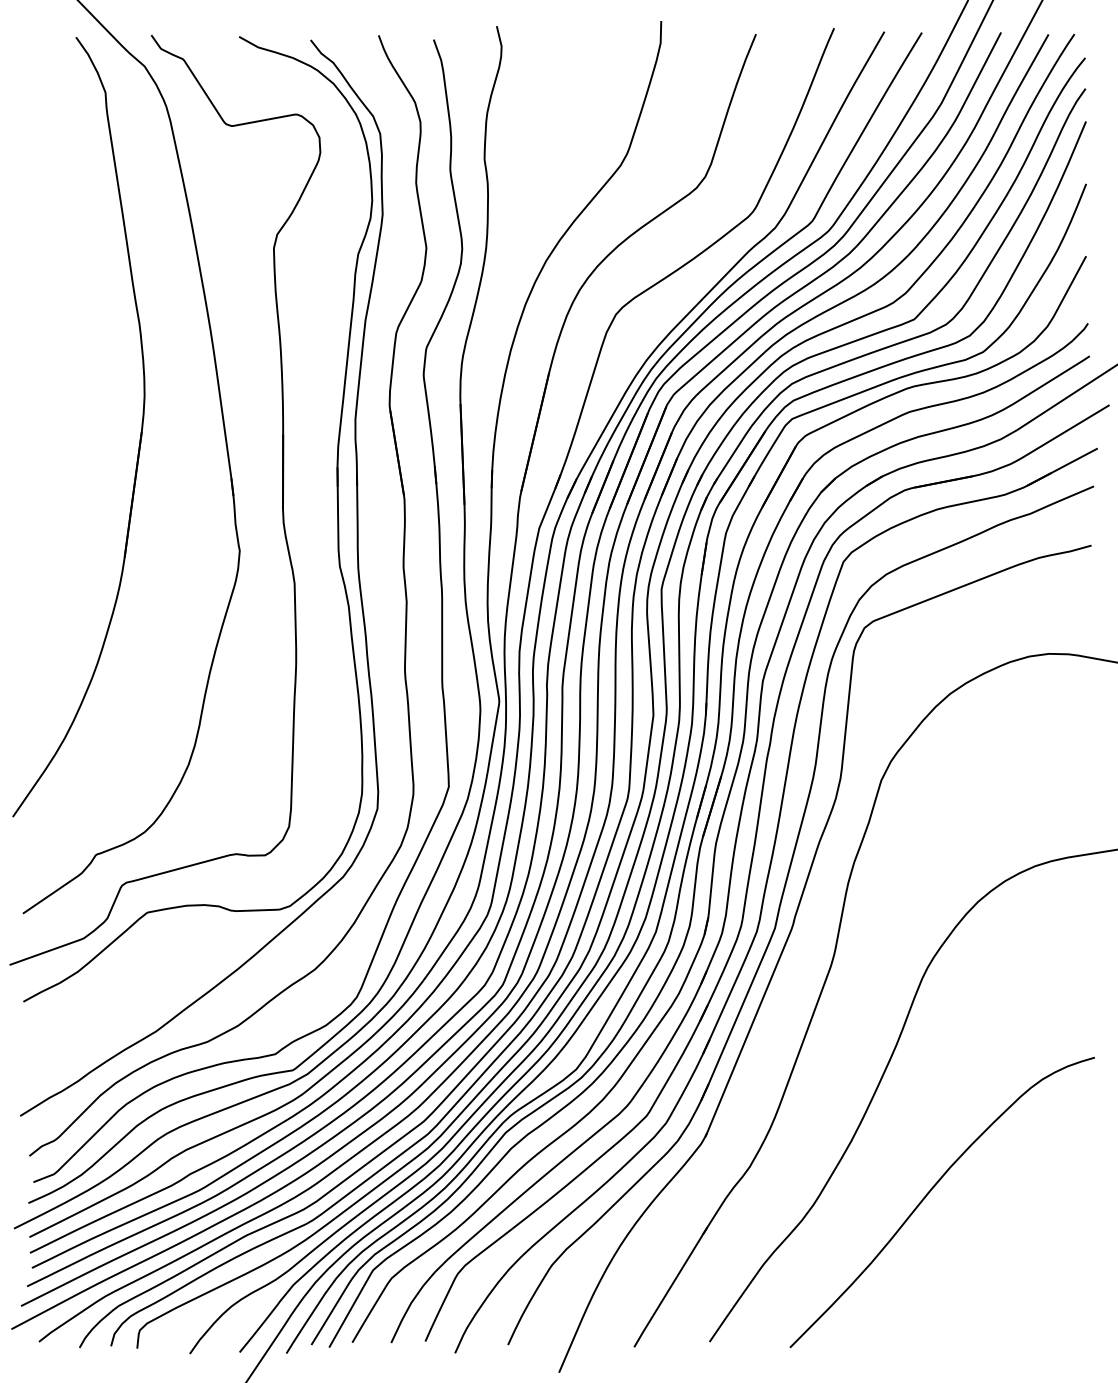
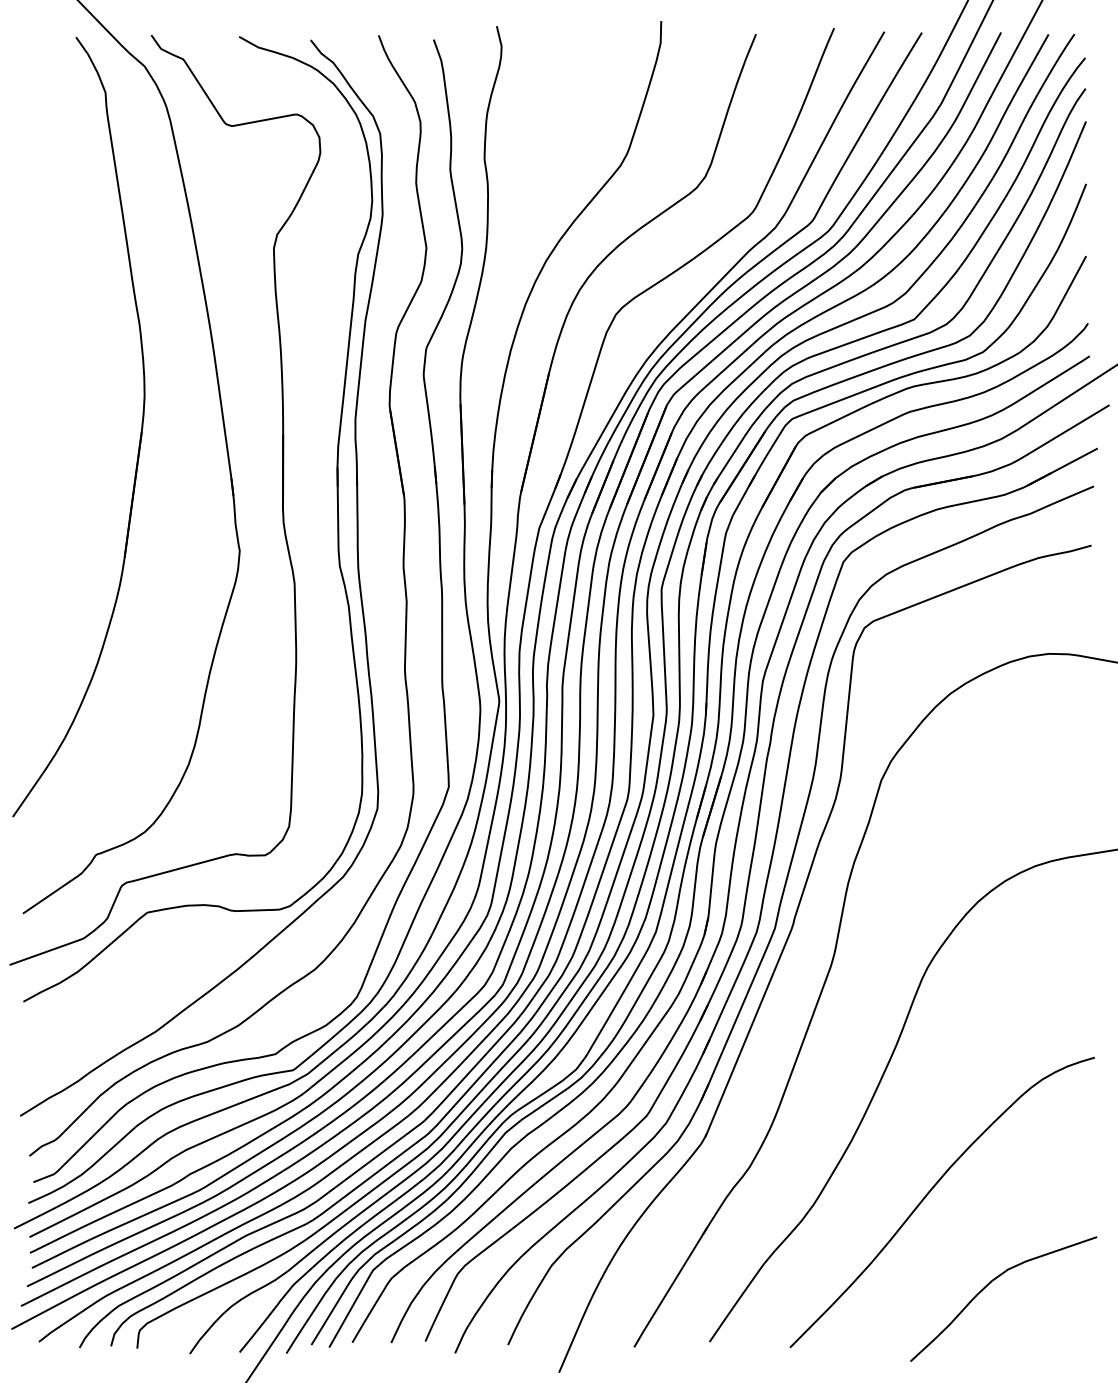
curve at (993, 1281): none -> present
